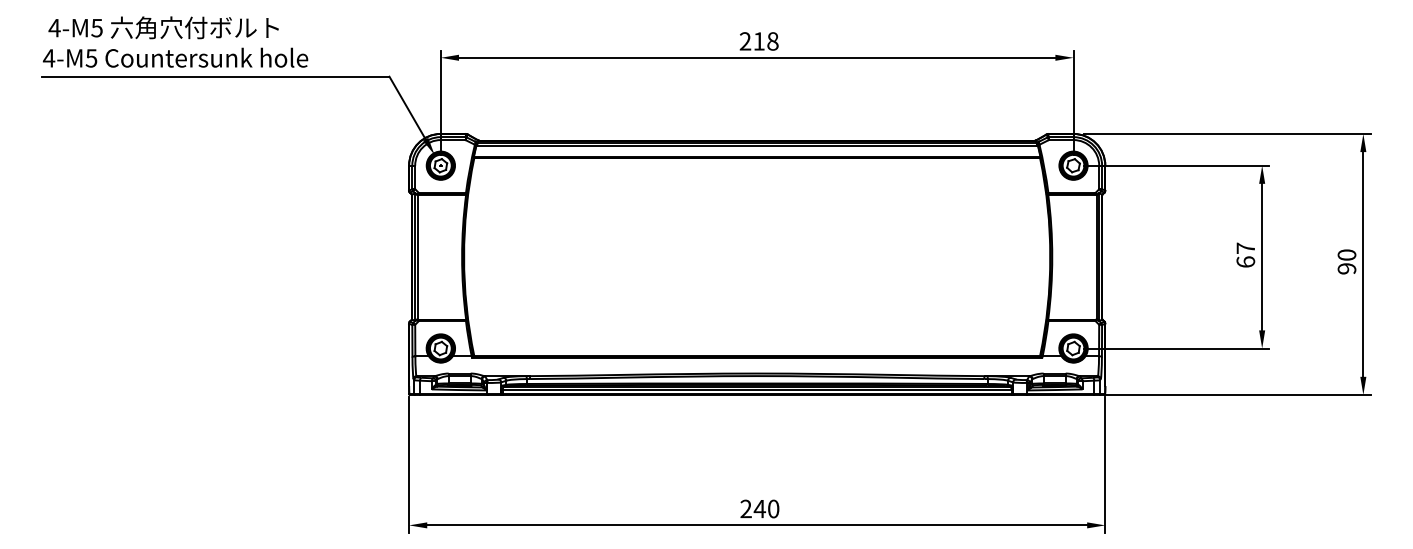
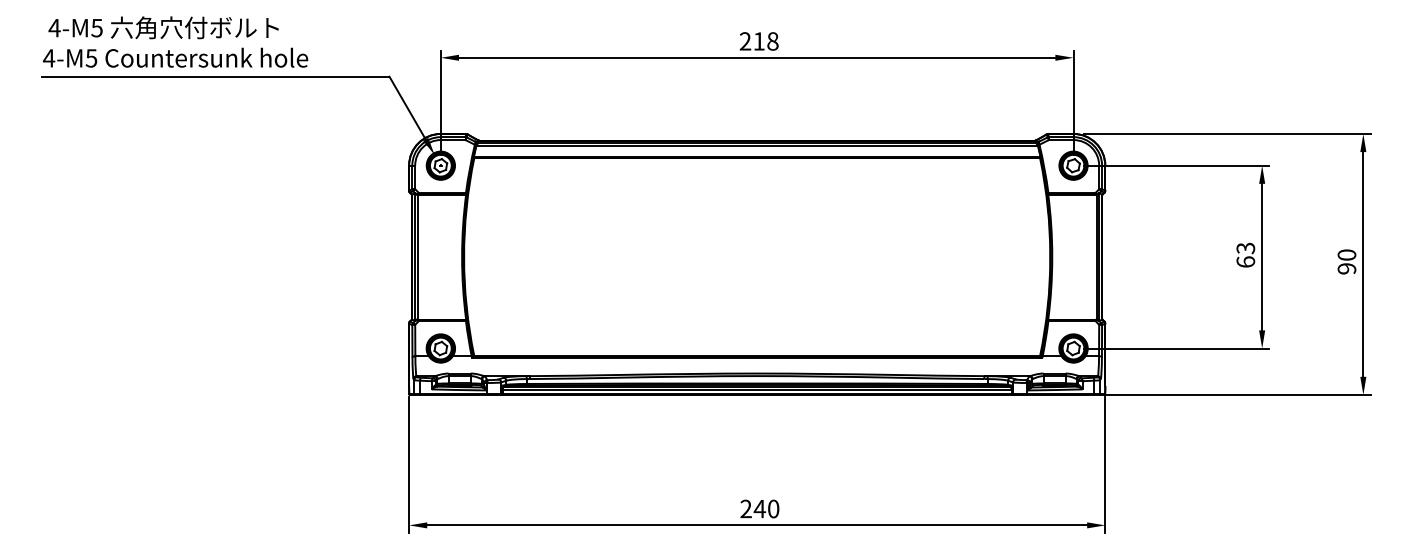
text at (1245, 248): 67 -> 63
